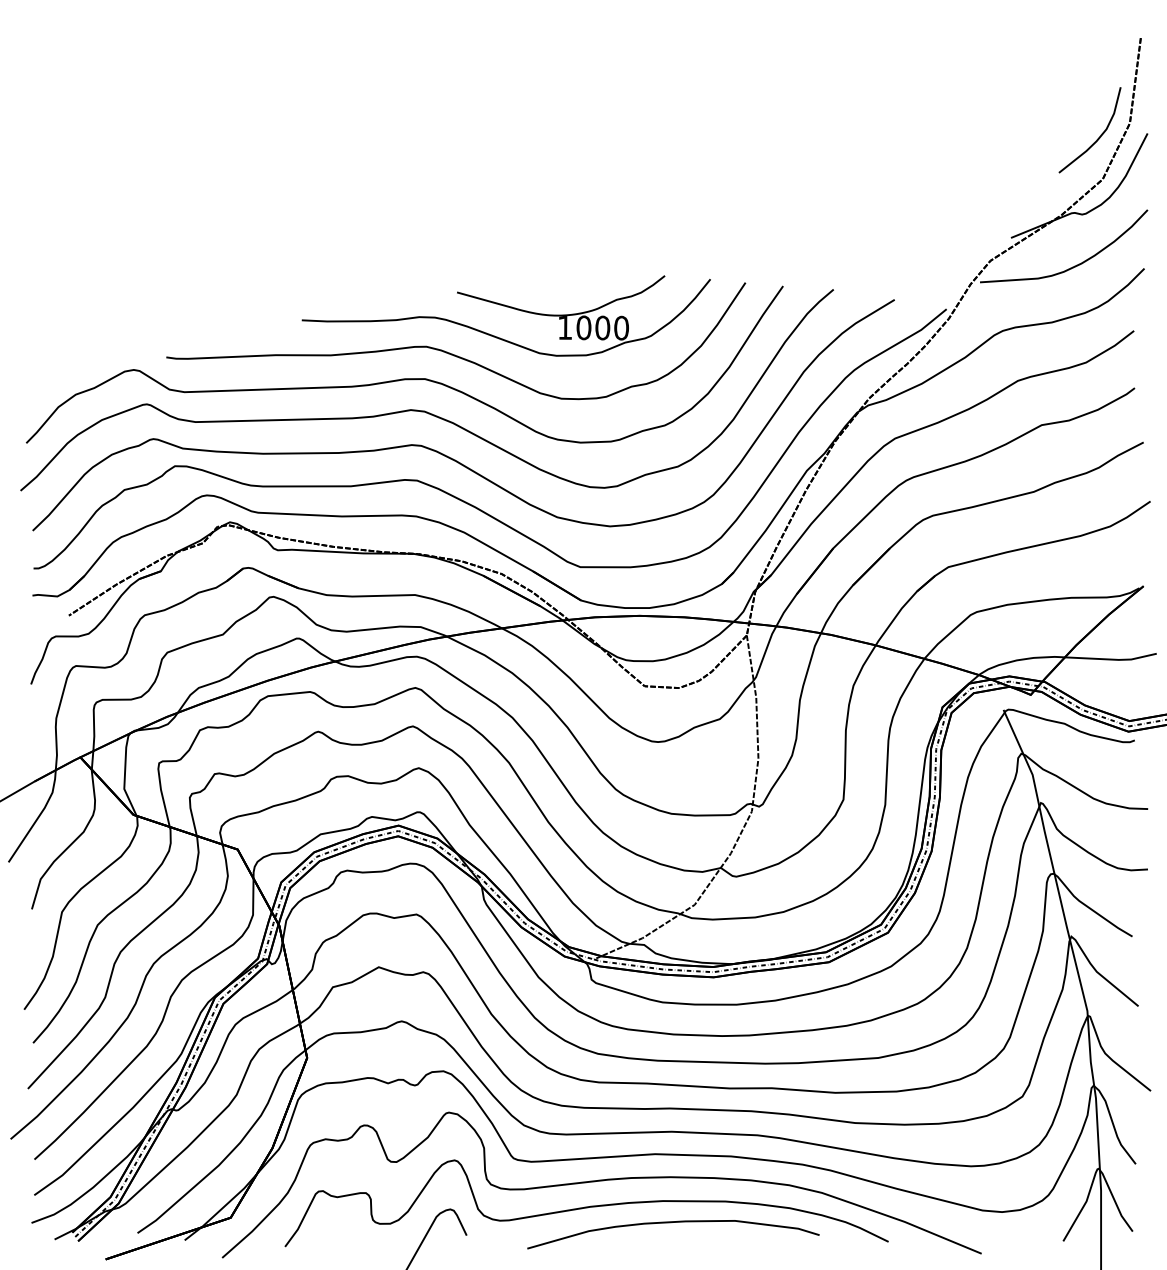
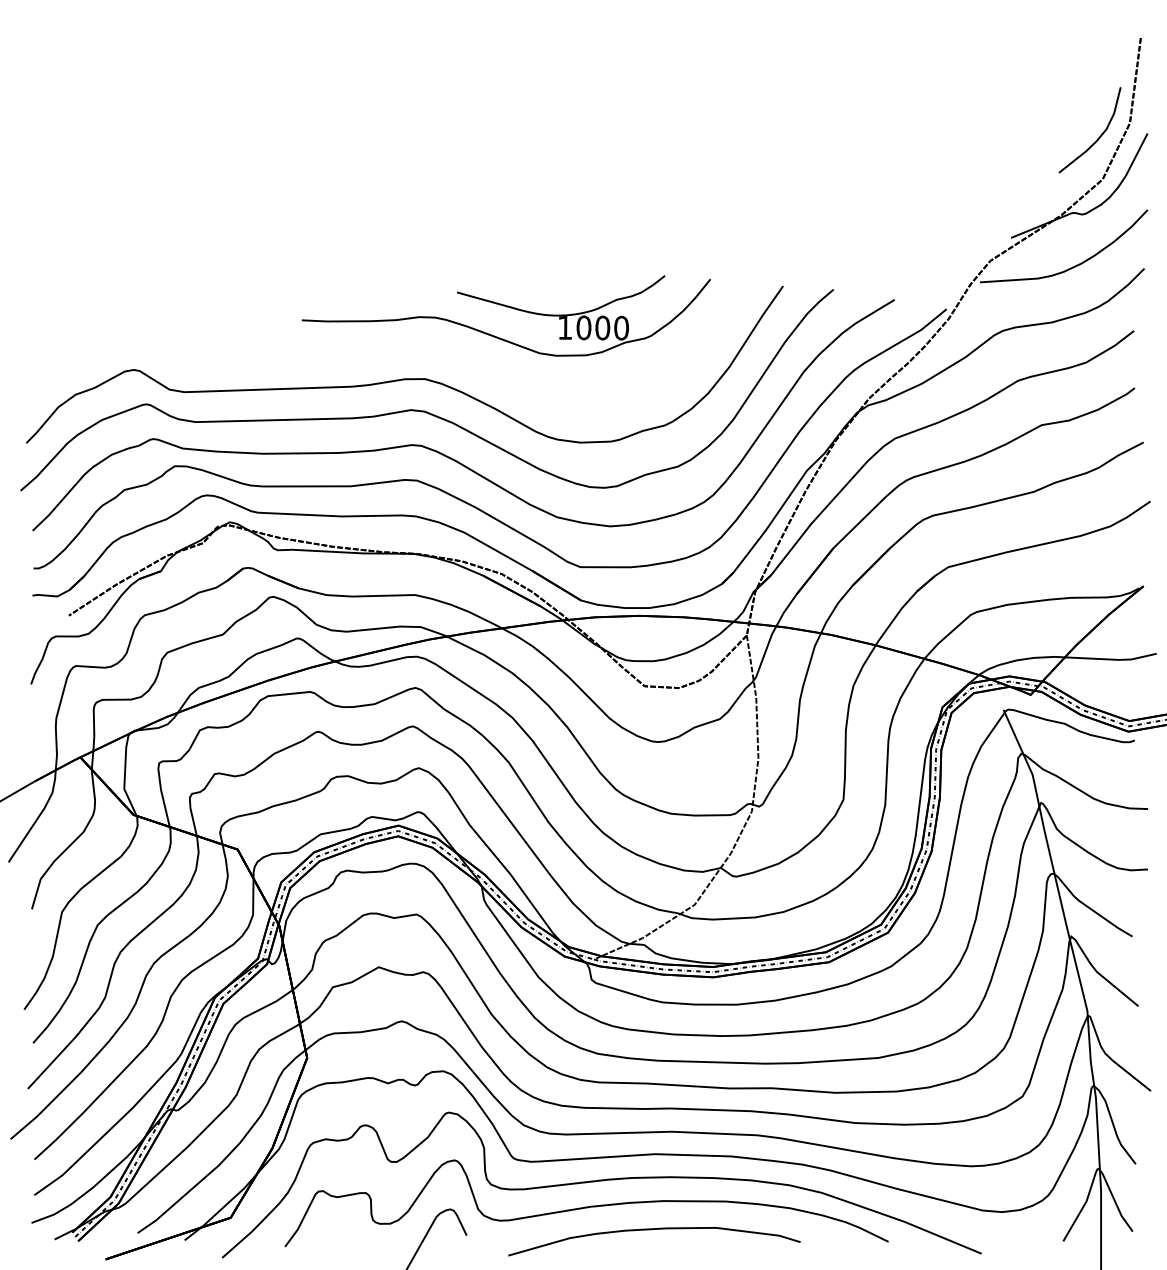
curve at (452, 353): present -> none
curve at (671, 1223) position: (671, 1223) -> (652, 1230)
